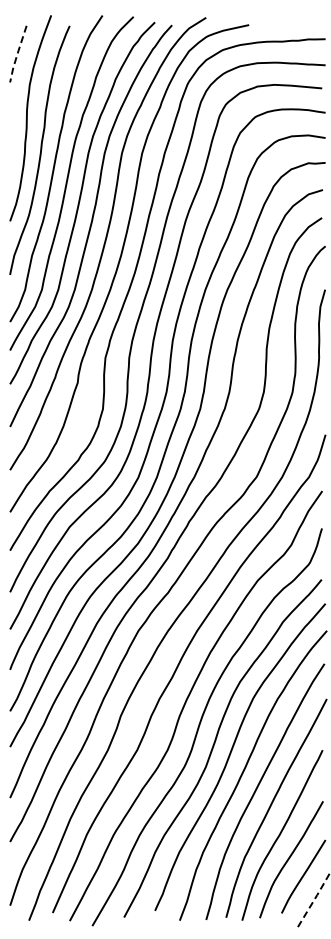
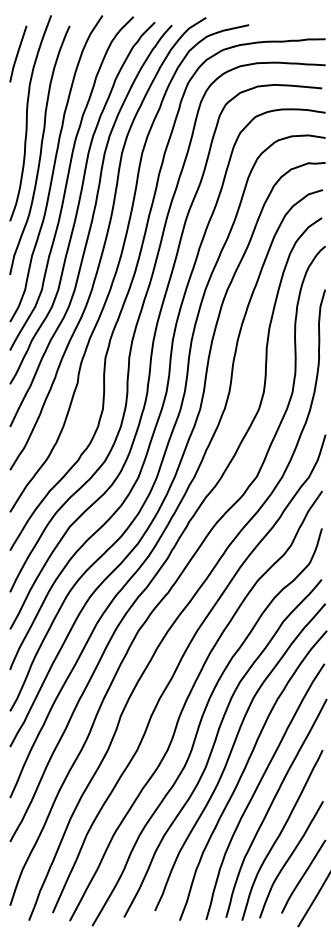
line at (17, 53): dashed -> solid
line at (314, 899): dashed -> solid
